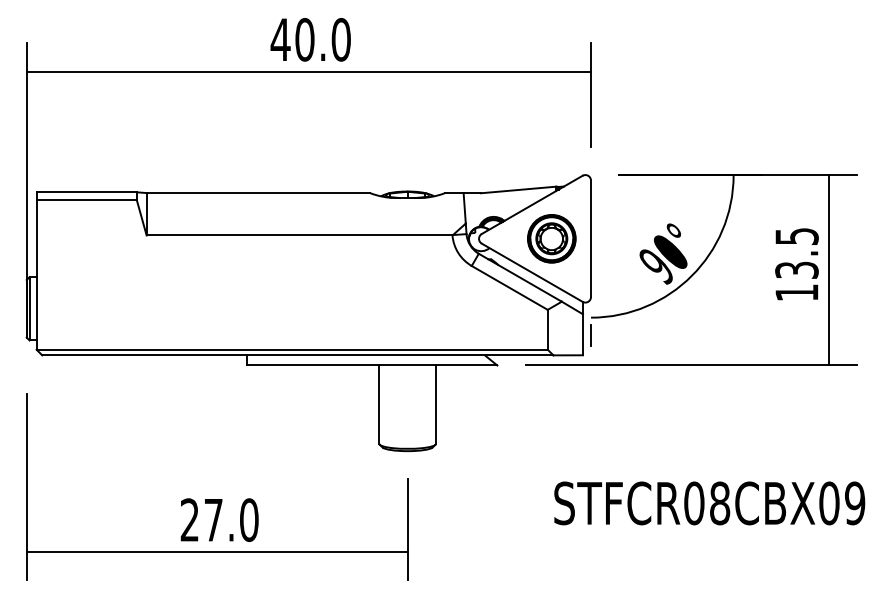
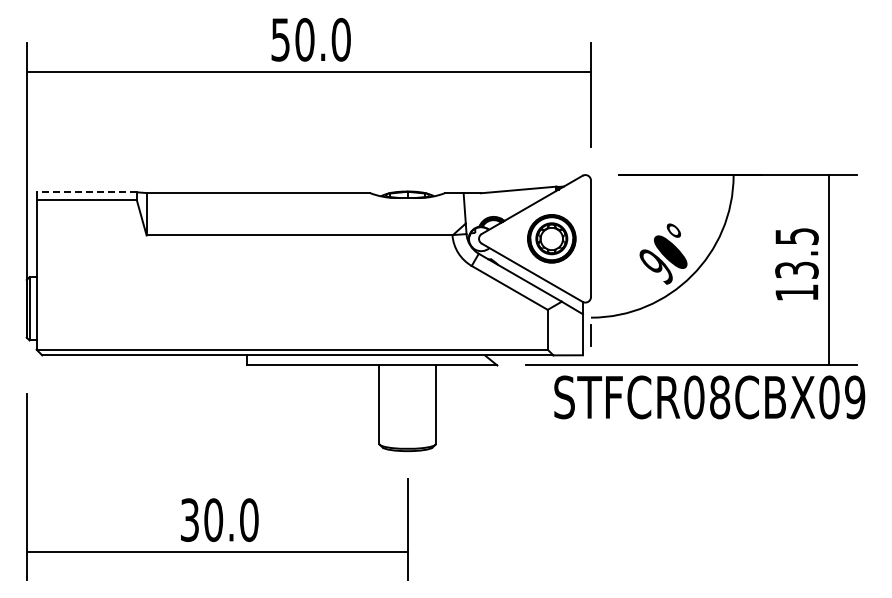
text at (280, 39): 40.0 -> 50.0
line at (86, 192): solid -> dashed
text at (709, 503) position: (709, 503) -> (709, 397)
text at (201, 520): 27.0 -> 30.0
